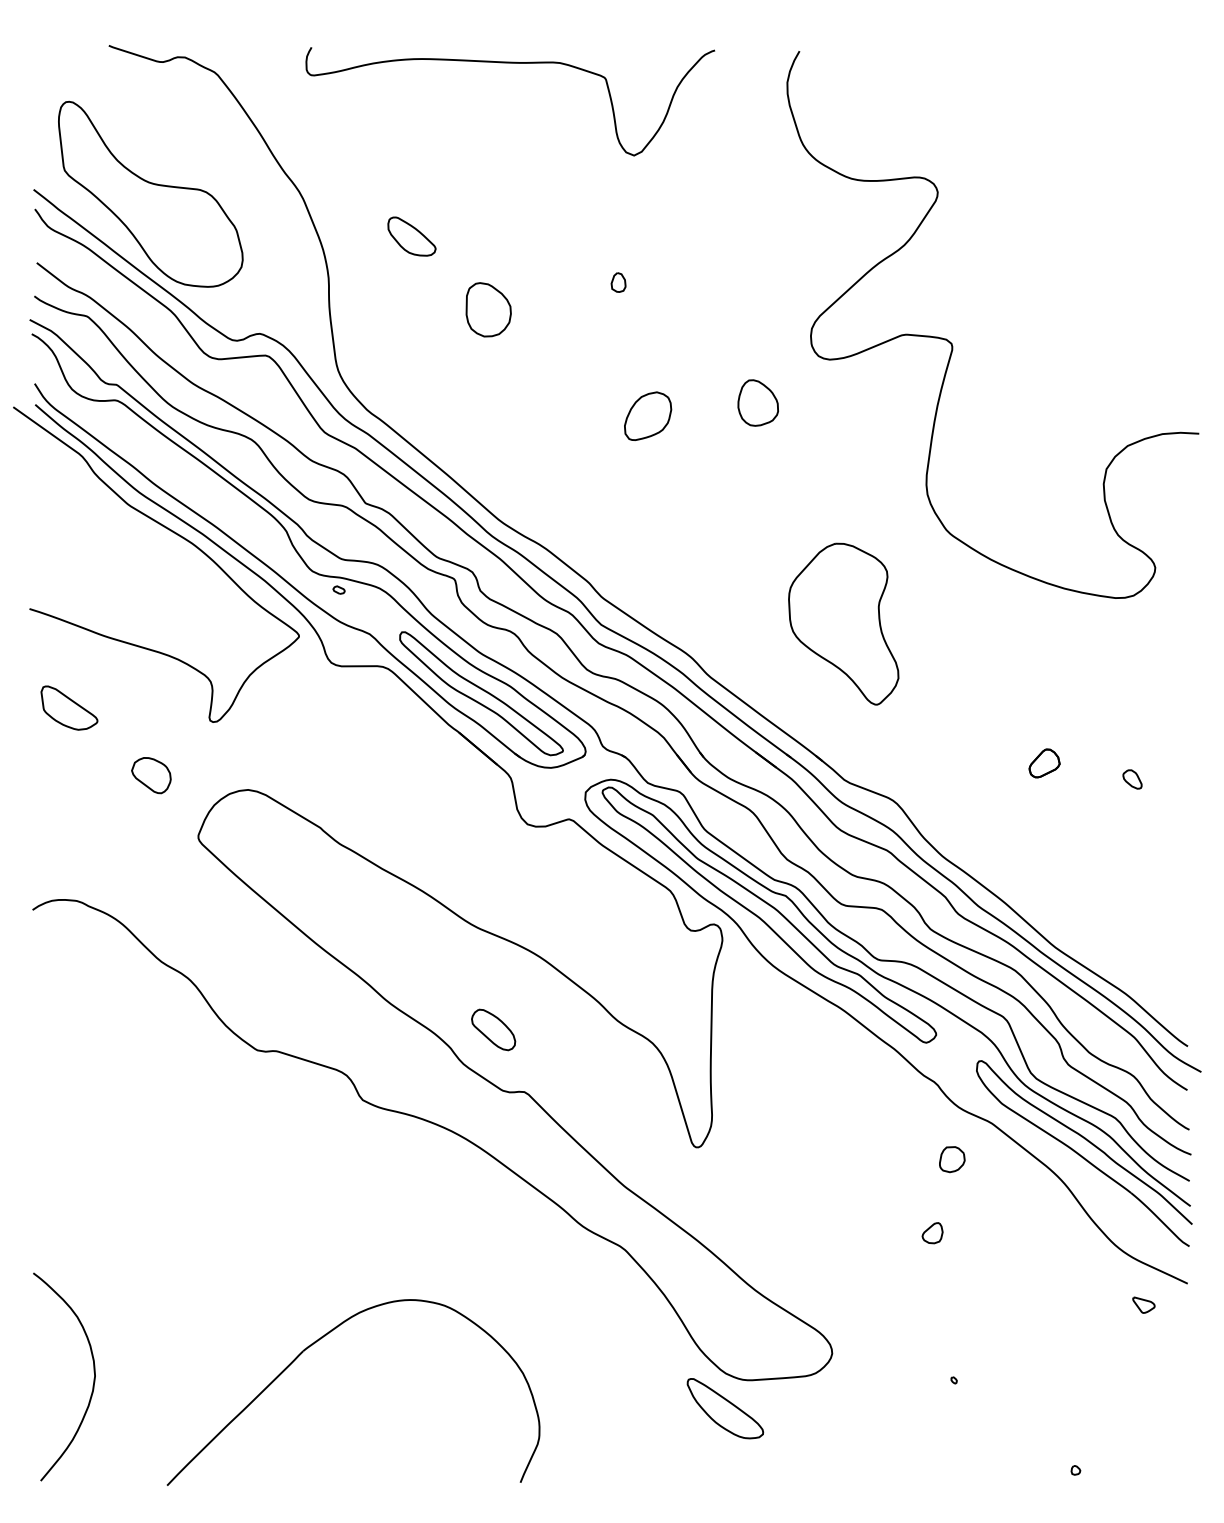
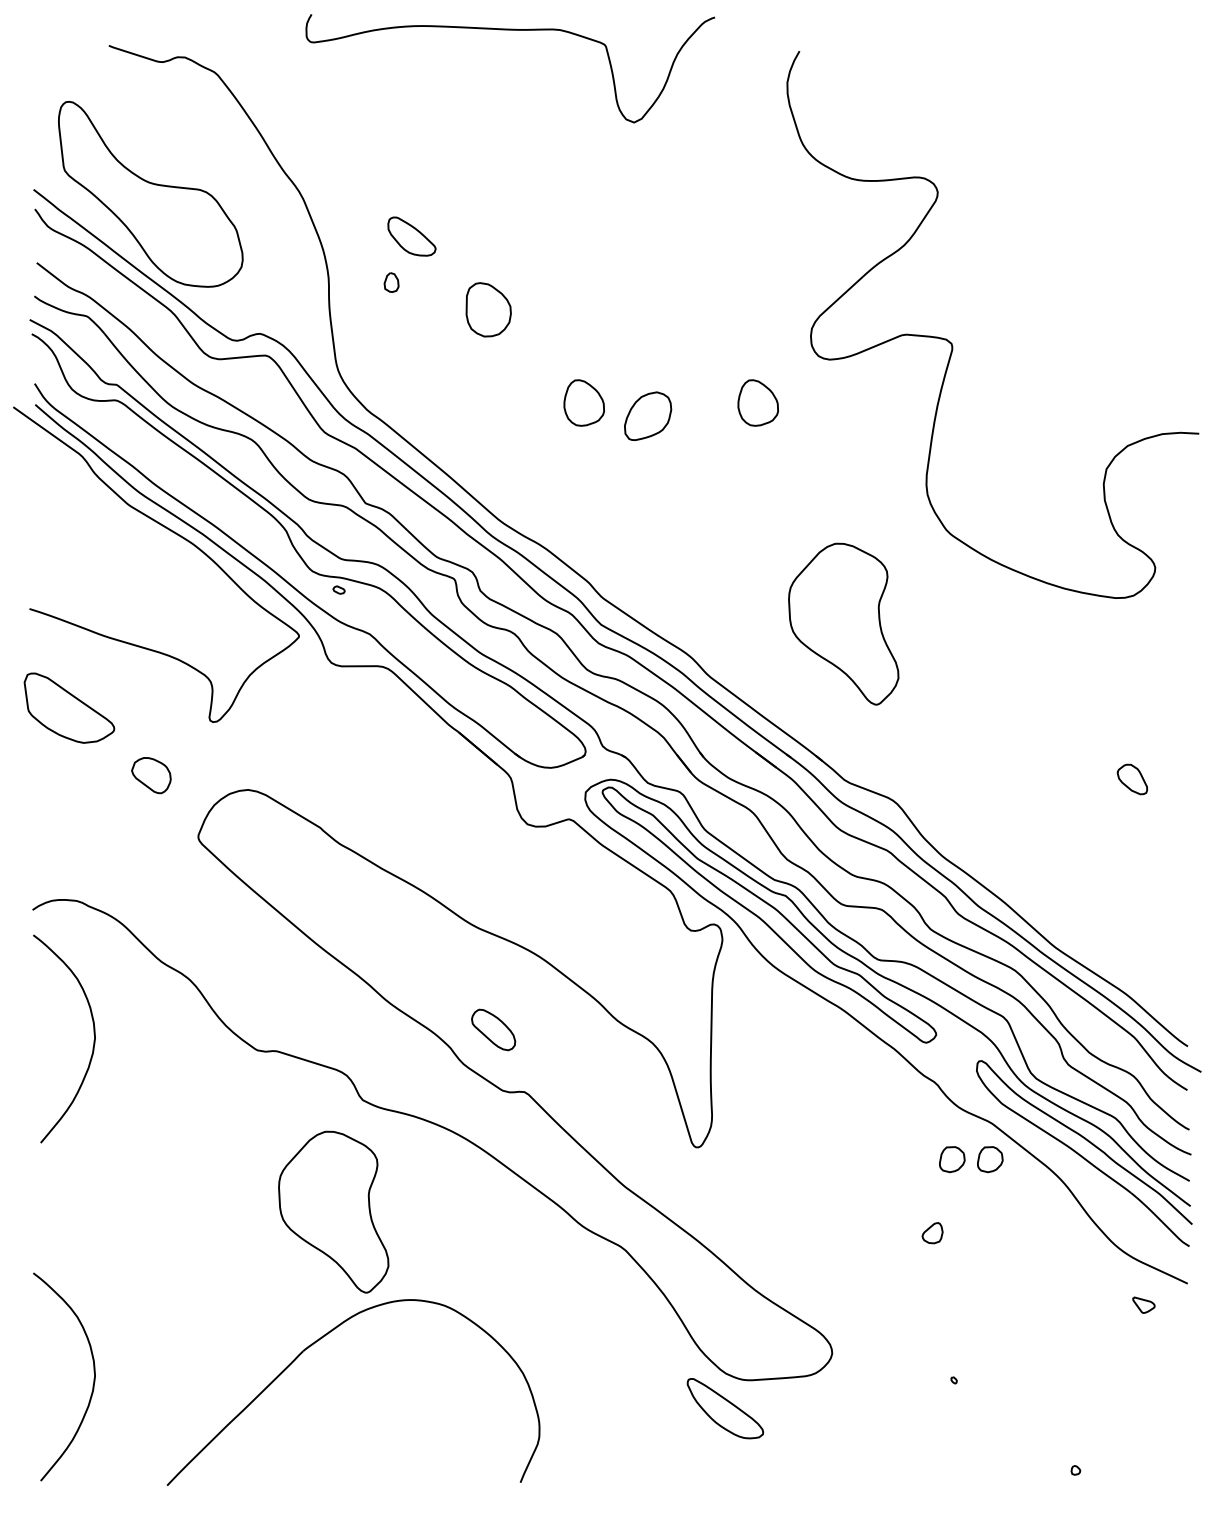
curve at (510, 63) position: (510, 63) -> (510, 30)
part at (618, 282) position: (618, 282) -> (391, 282)
part at (583, 402): none -> present
part at (481, 693): present -> none
part at (69, 707) size: 59x46 px -> 93x72 px
part at (1044, 763): present -> none
part at (1132, 779) size: 21x21 px -> 32x33 px
curve at (93, 1040): none -> present
part at (990, 1159): none -> present
part at (333, 1211): none -> present
